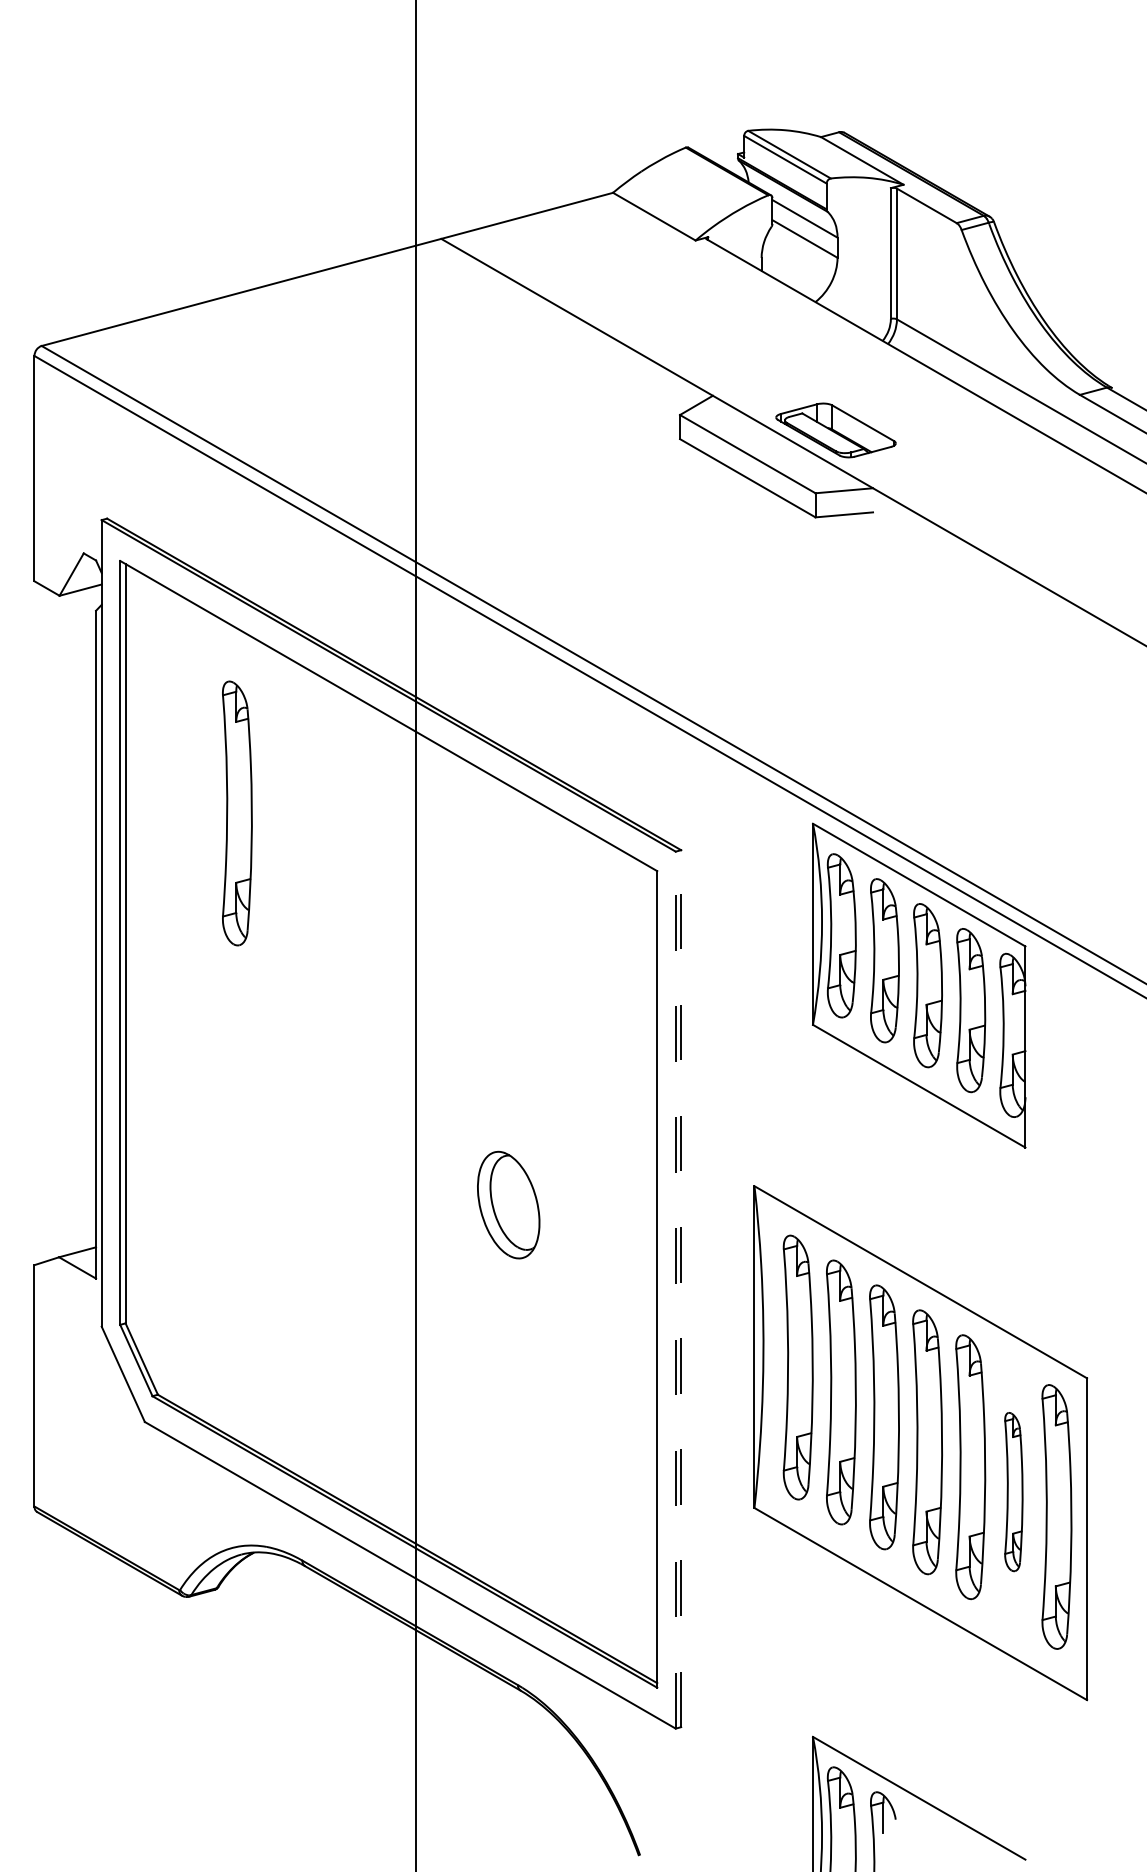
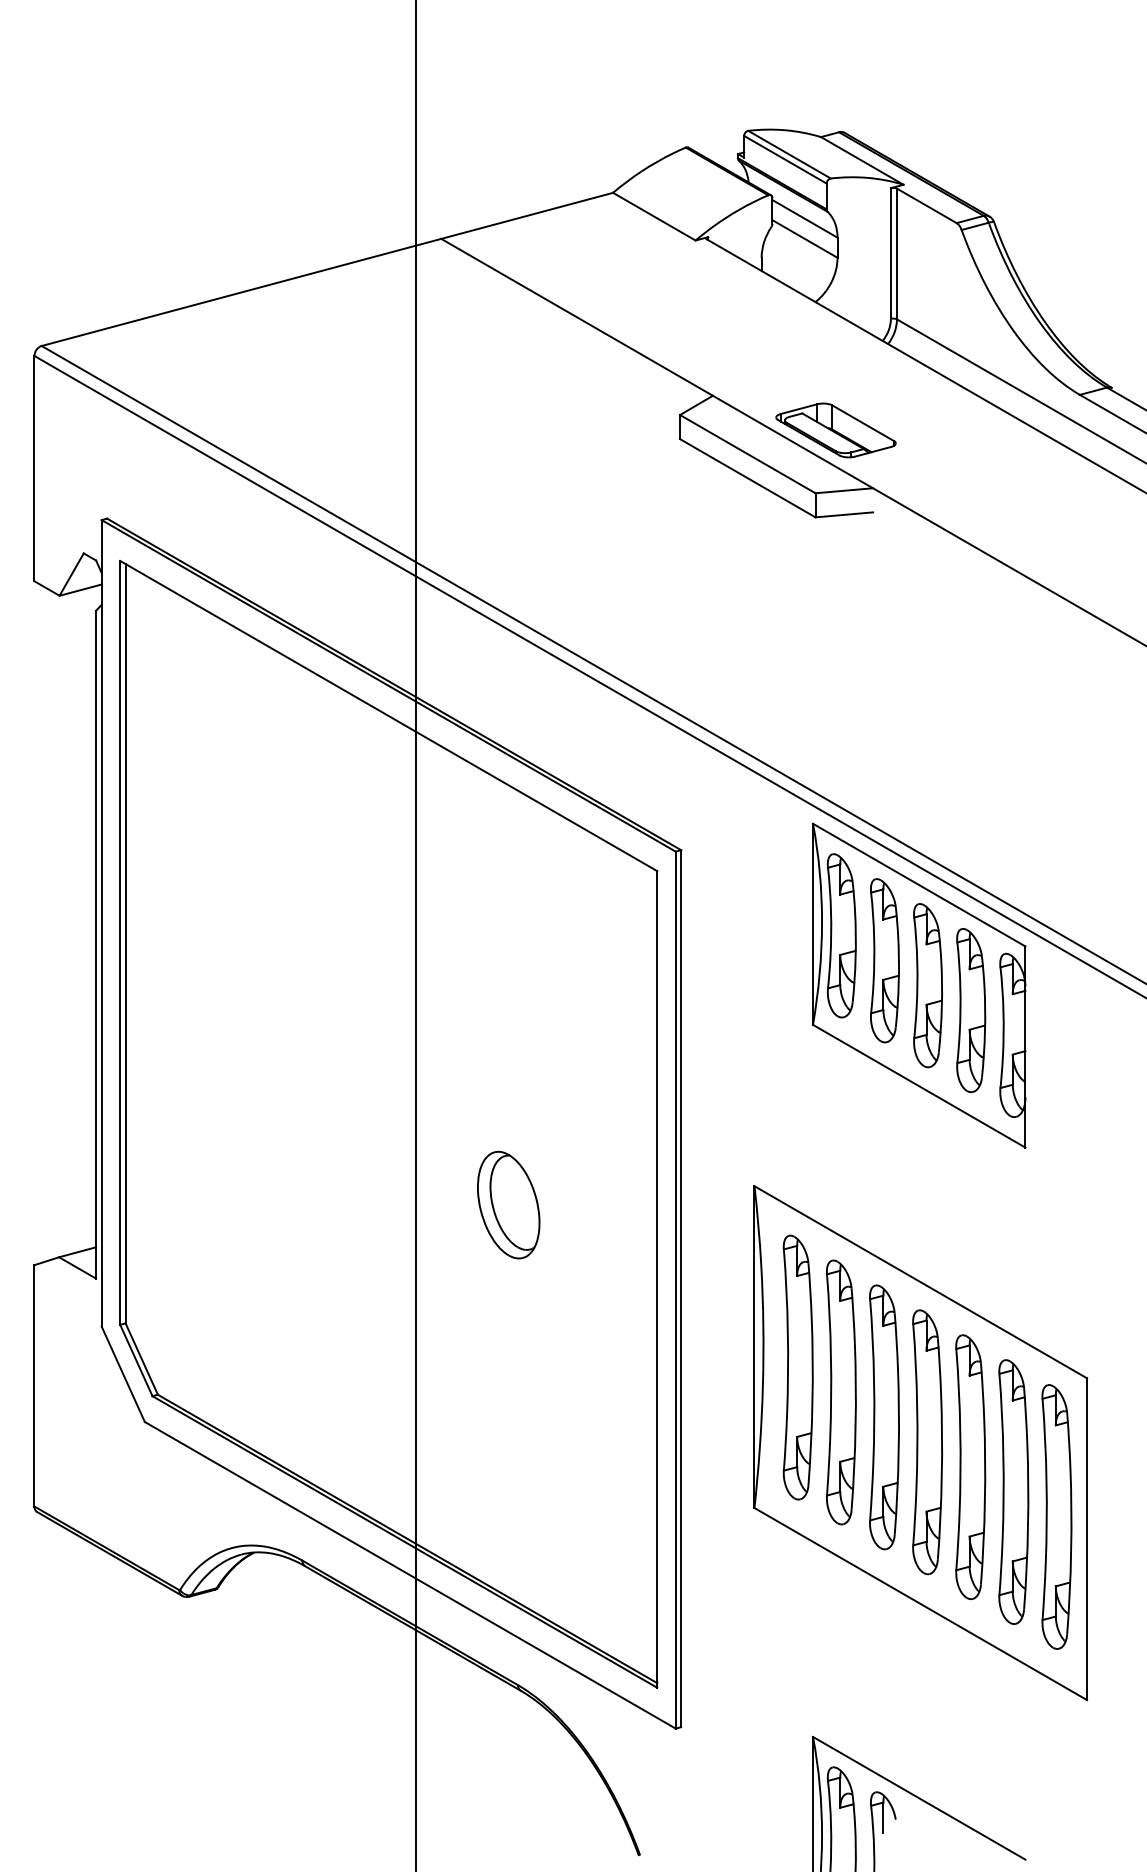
part at (237, 813): present -> none
line at (681, 1288): dashed -> solid
line at (675, 1289): dashed -> solid
part at (1013, 1492) size: 20x161 px -> 32x266 px
